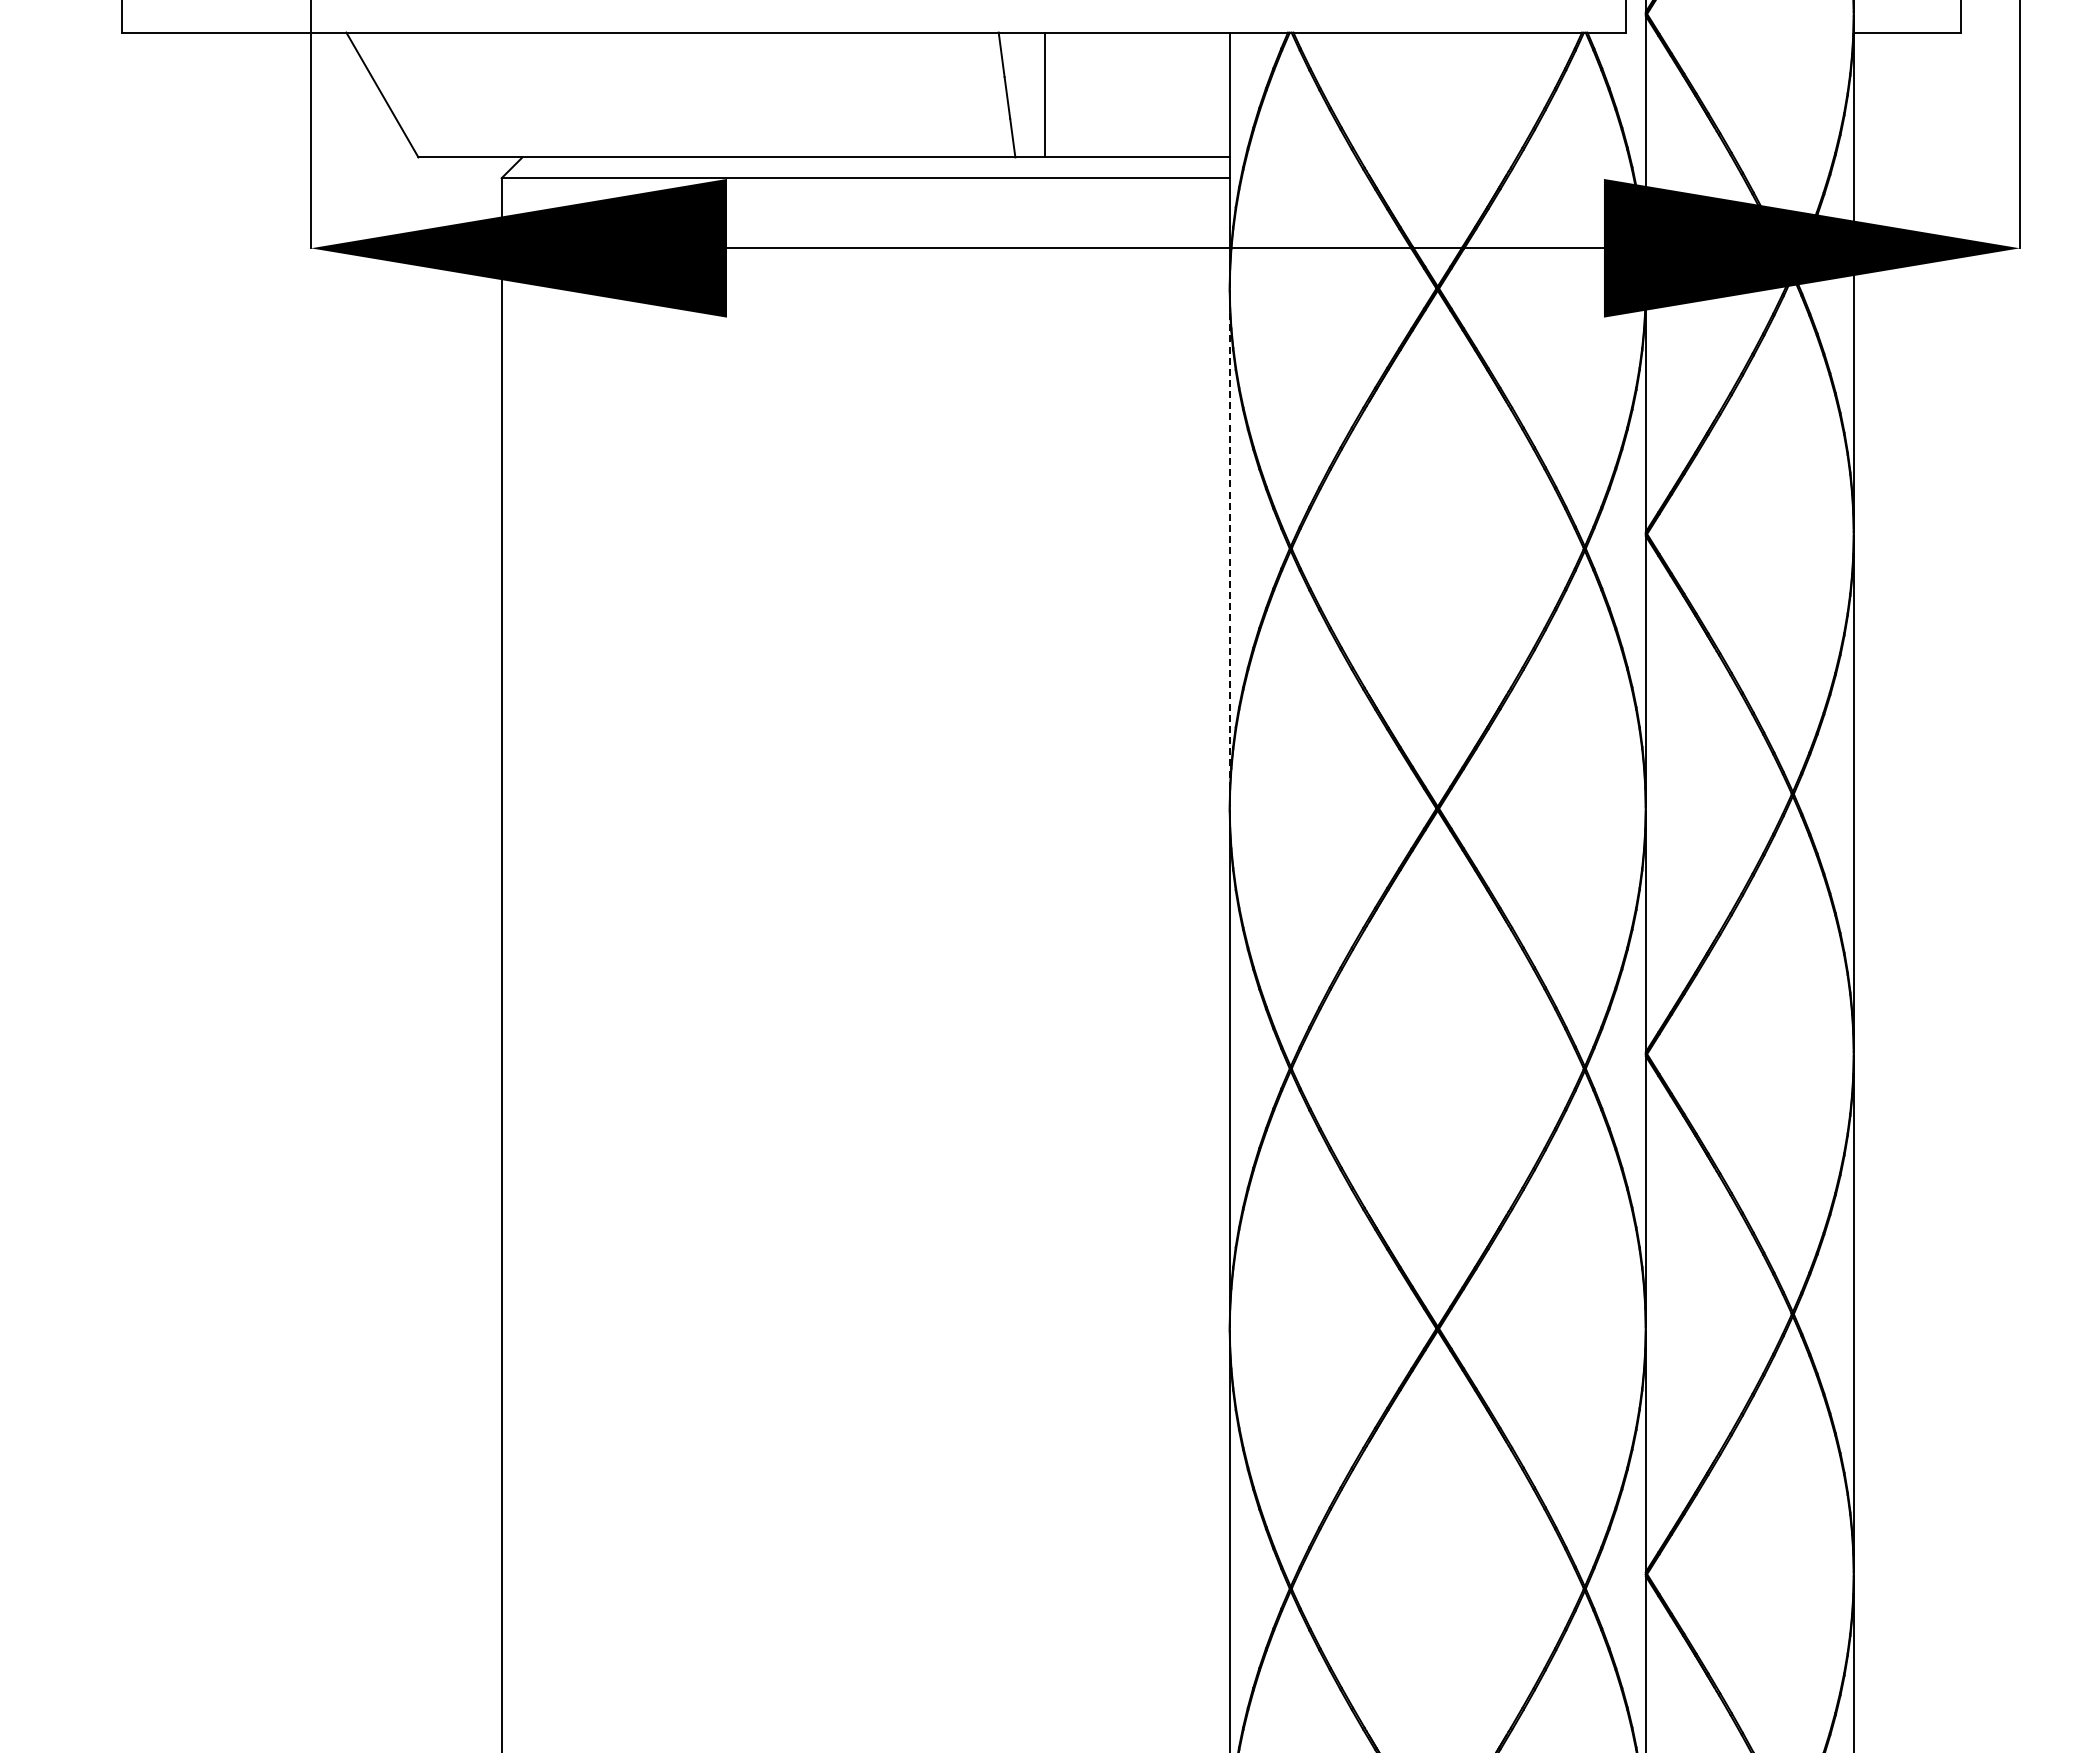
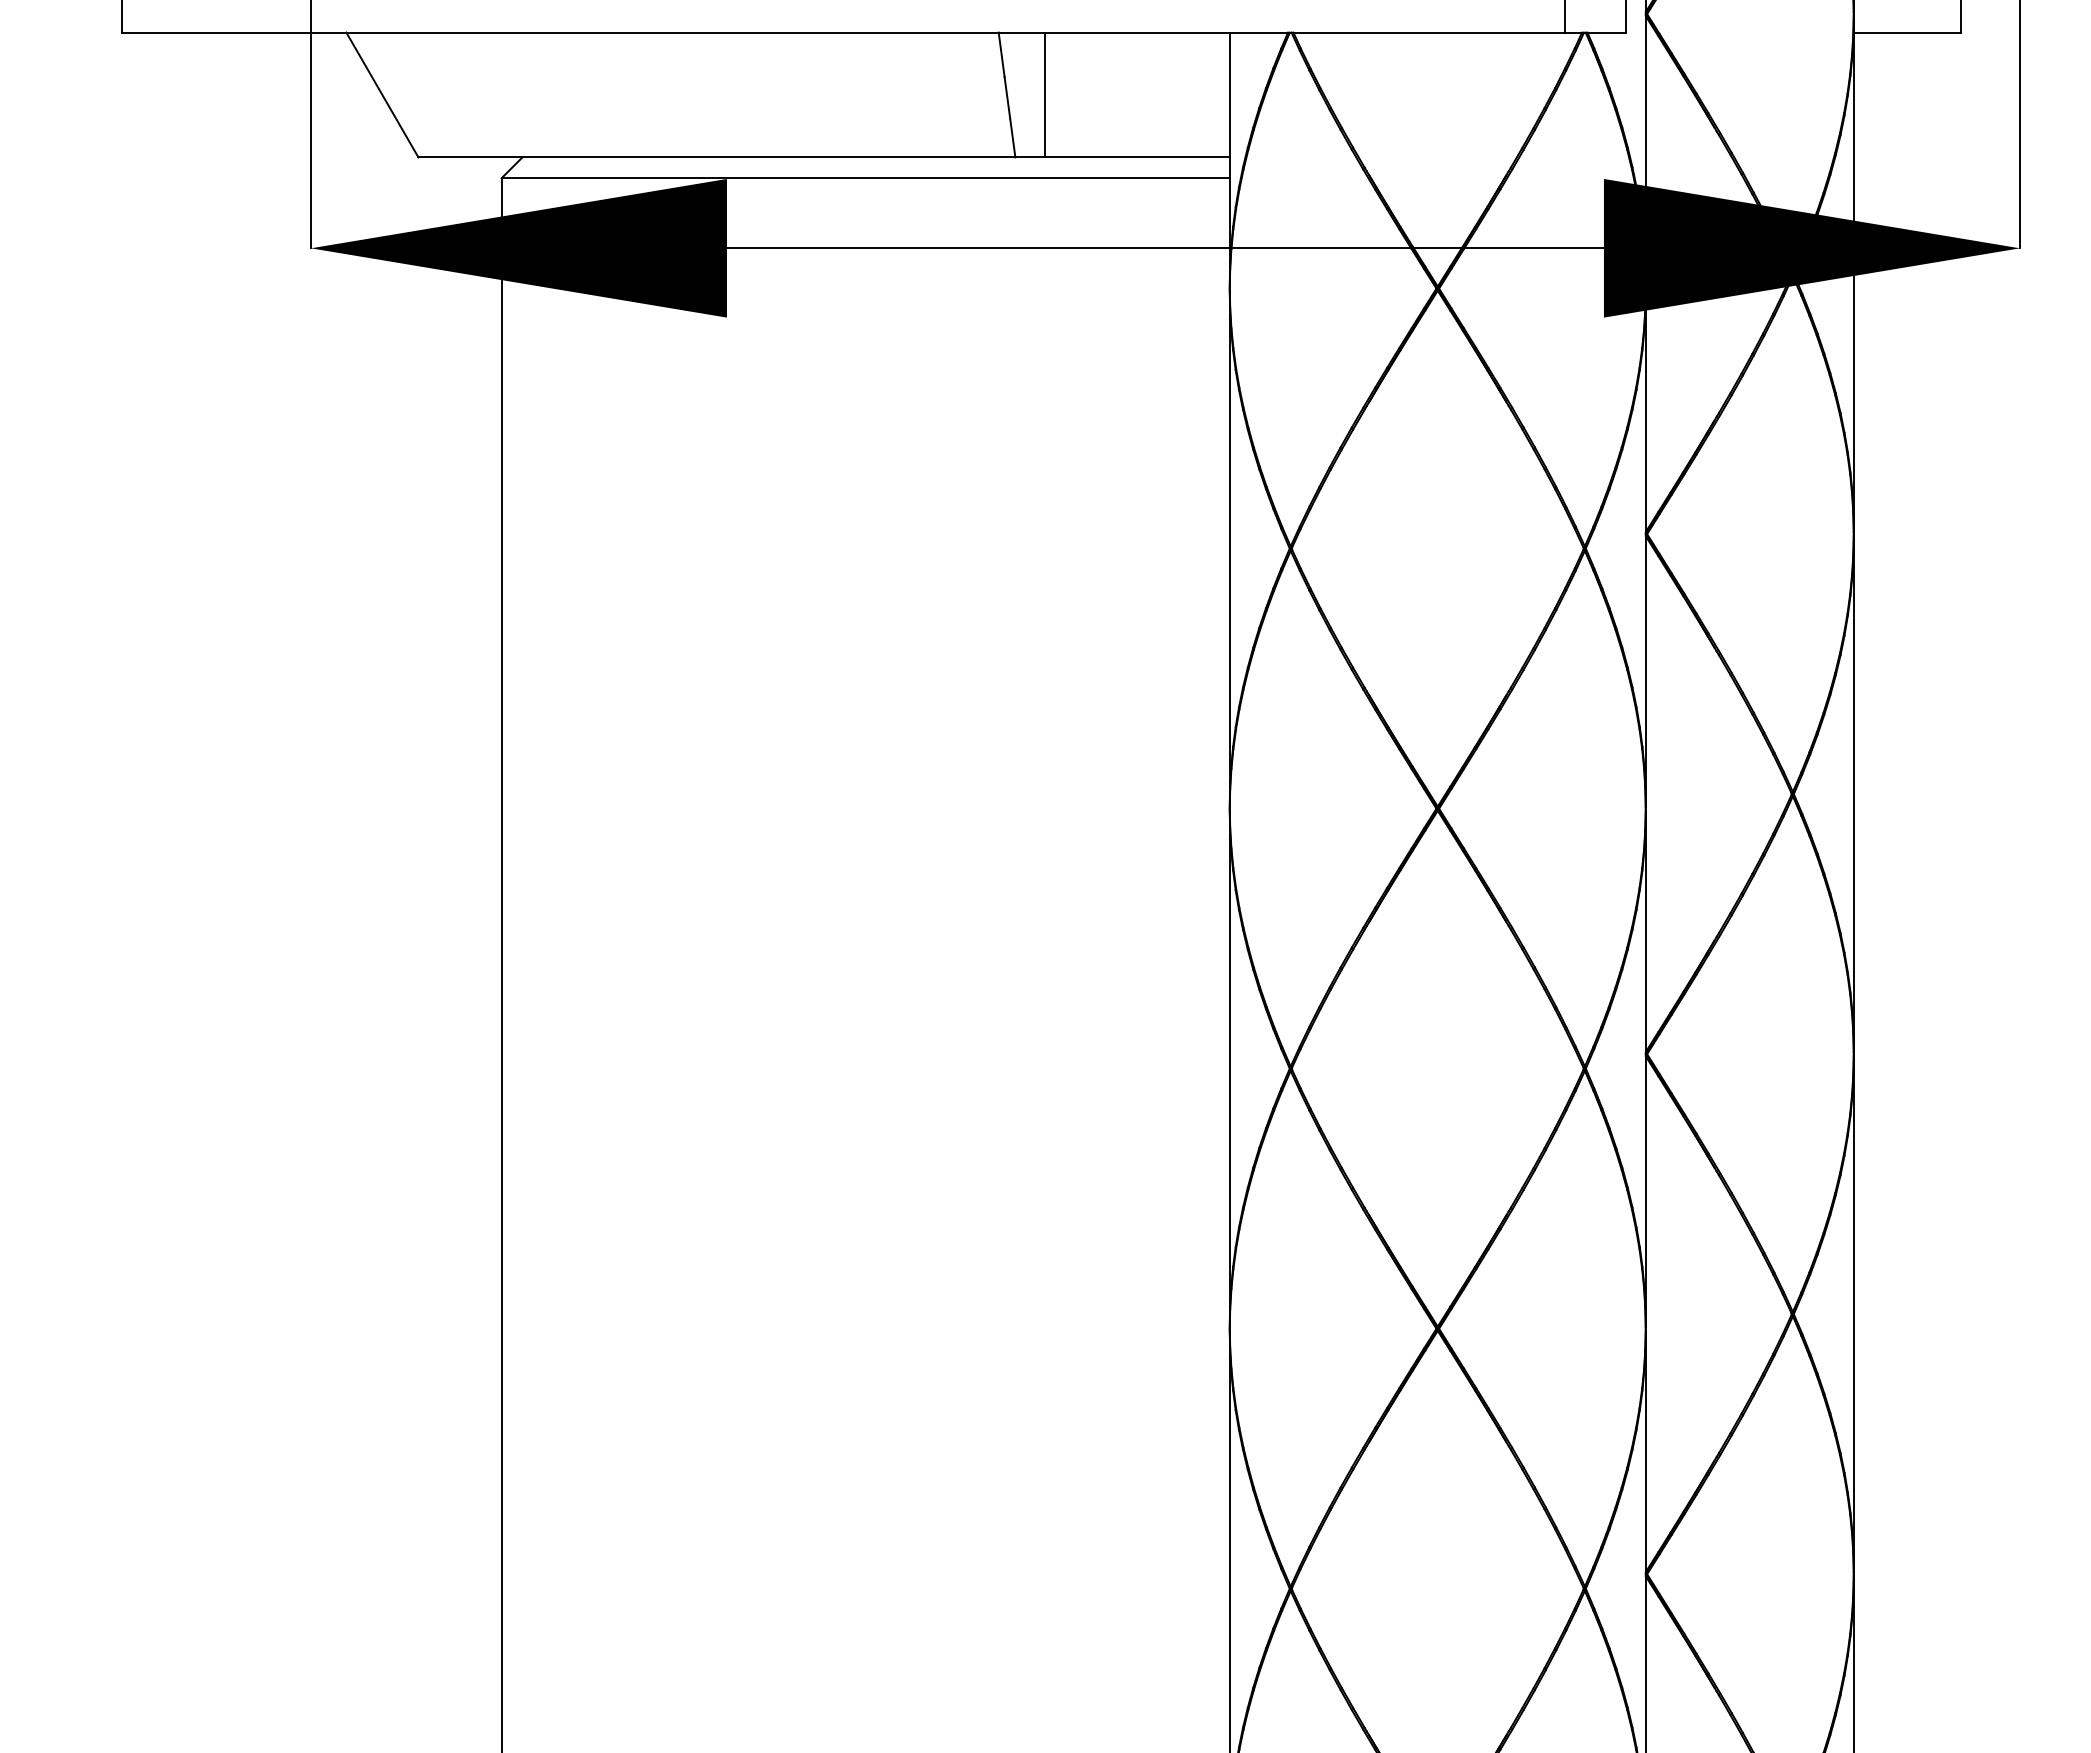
line at (1564, 17): none -> present
line at (1229, 548): dashed -> solid
